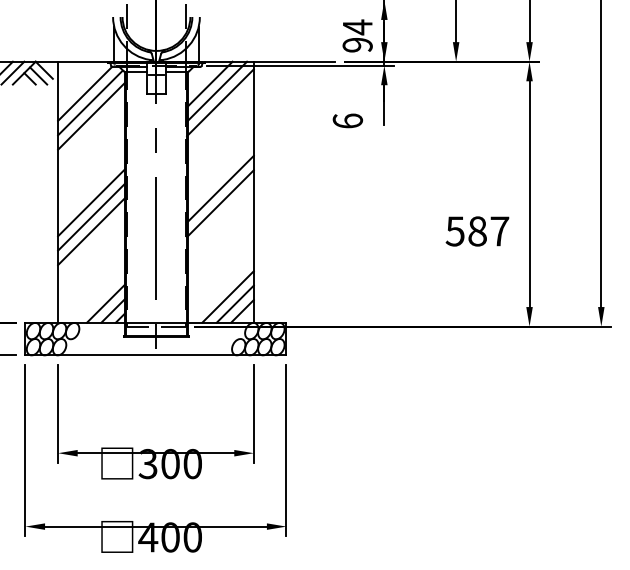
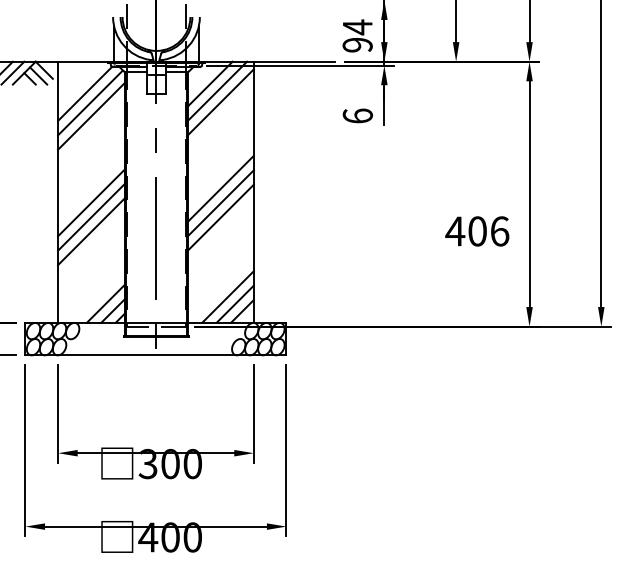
text at (347, 120) position: (347, 120) -> (357, 115)
line at (220, 217): none -> present
text at (477, 231): 587 -> 406
